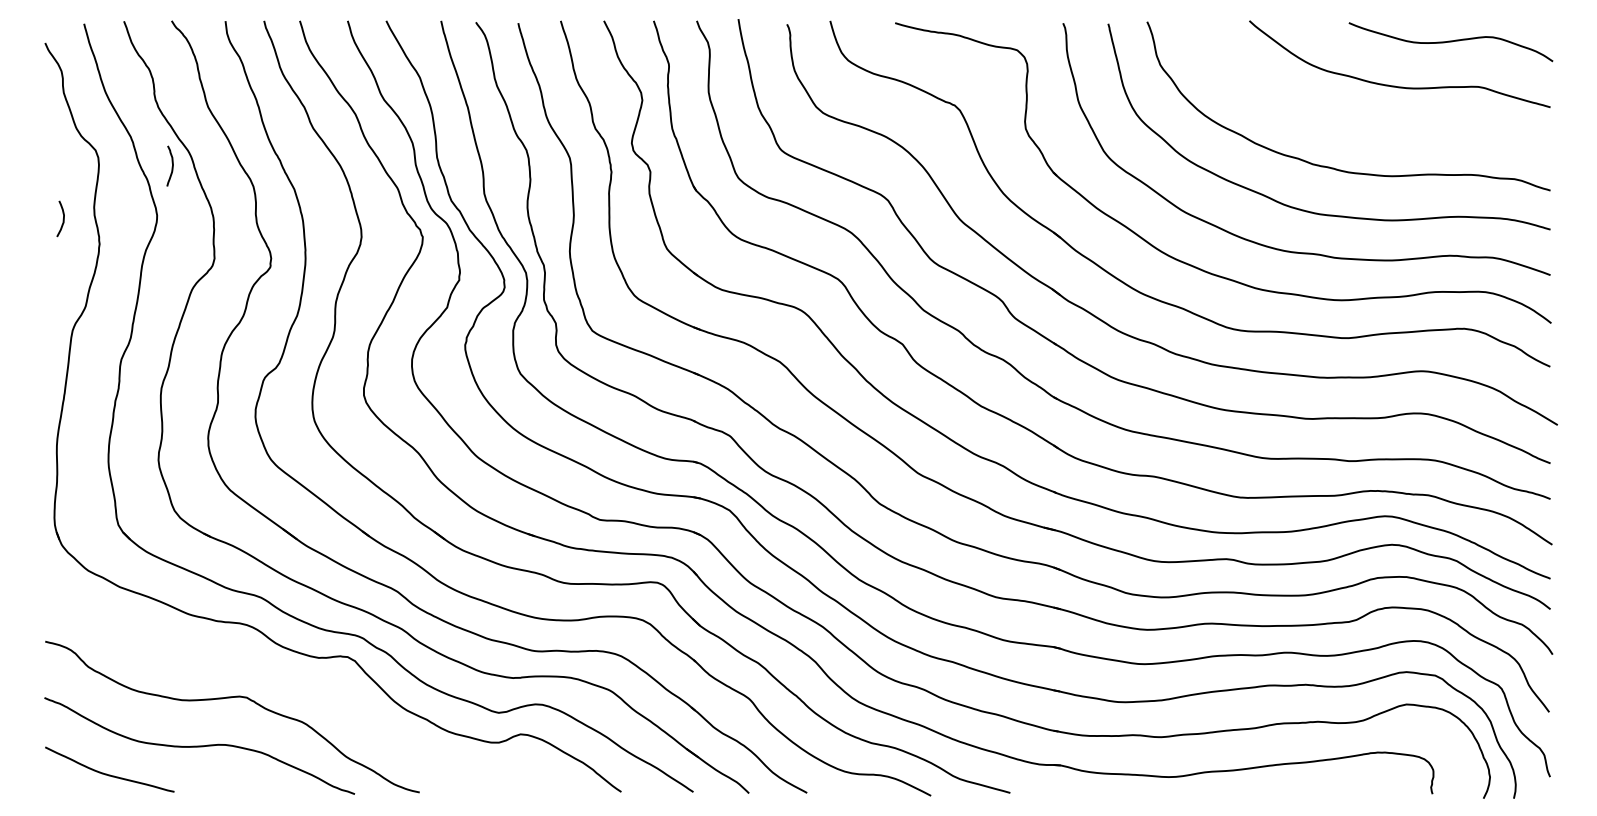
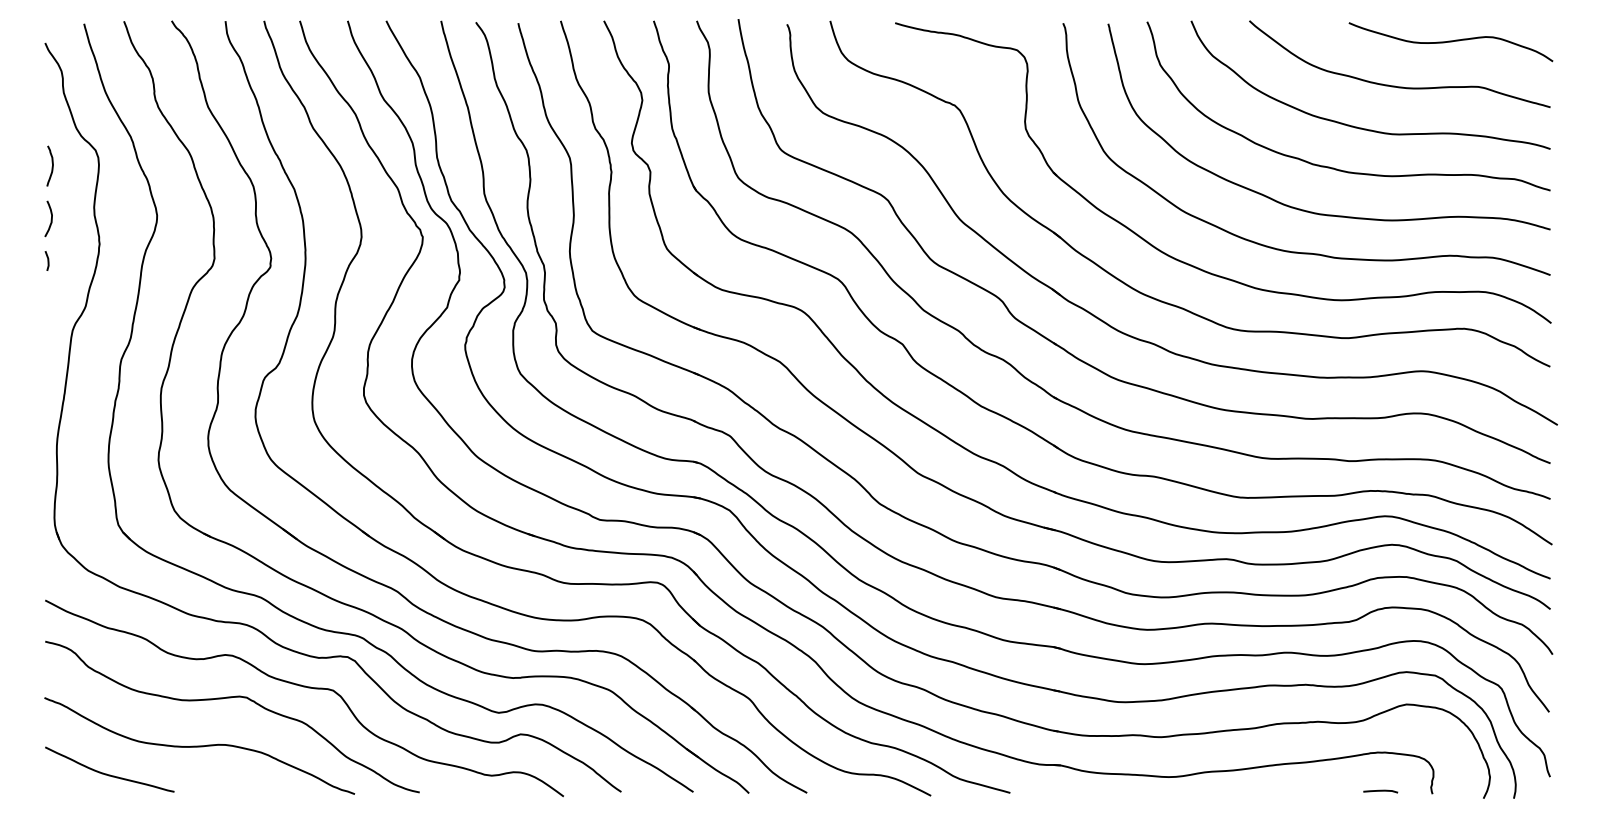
curve at (1361, 127): none -> present
curve at (171, 166) position: (171, 166) -> (51, 166)
curve at (62, 219) position: (62, 219) -> (50, 219)
line at (47, 260): none -> present
curve at (308, 688): none -> present
curve at (1380, 791): none -> present
